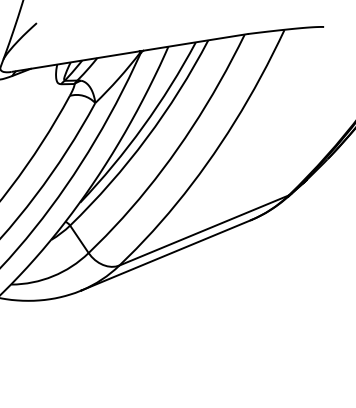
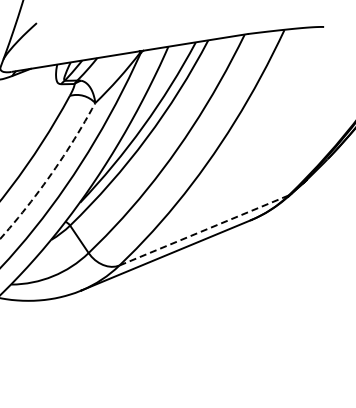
arc at (51, 173): solid -> dashed
line at (204, 230): solid -> dashed
